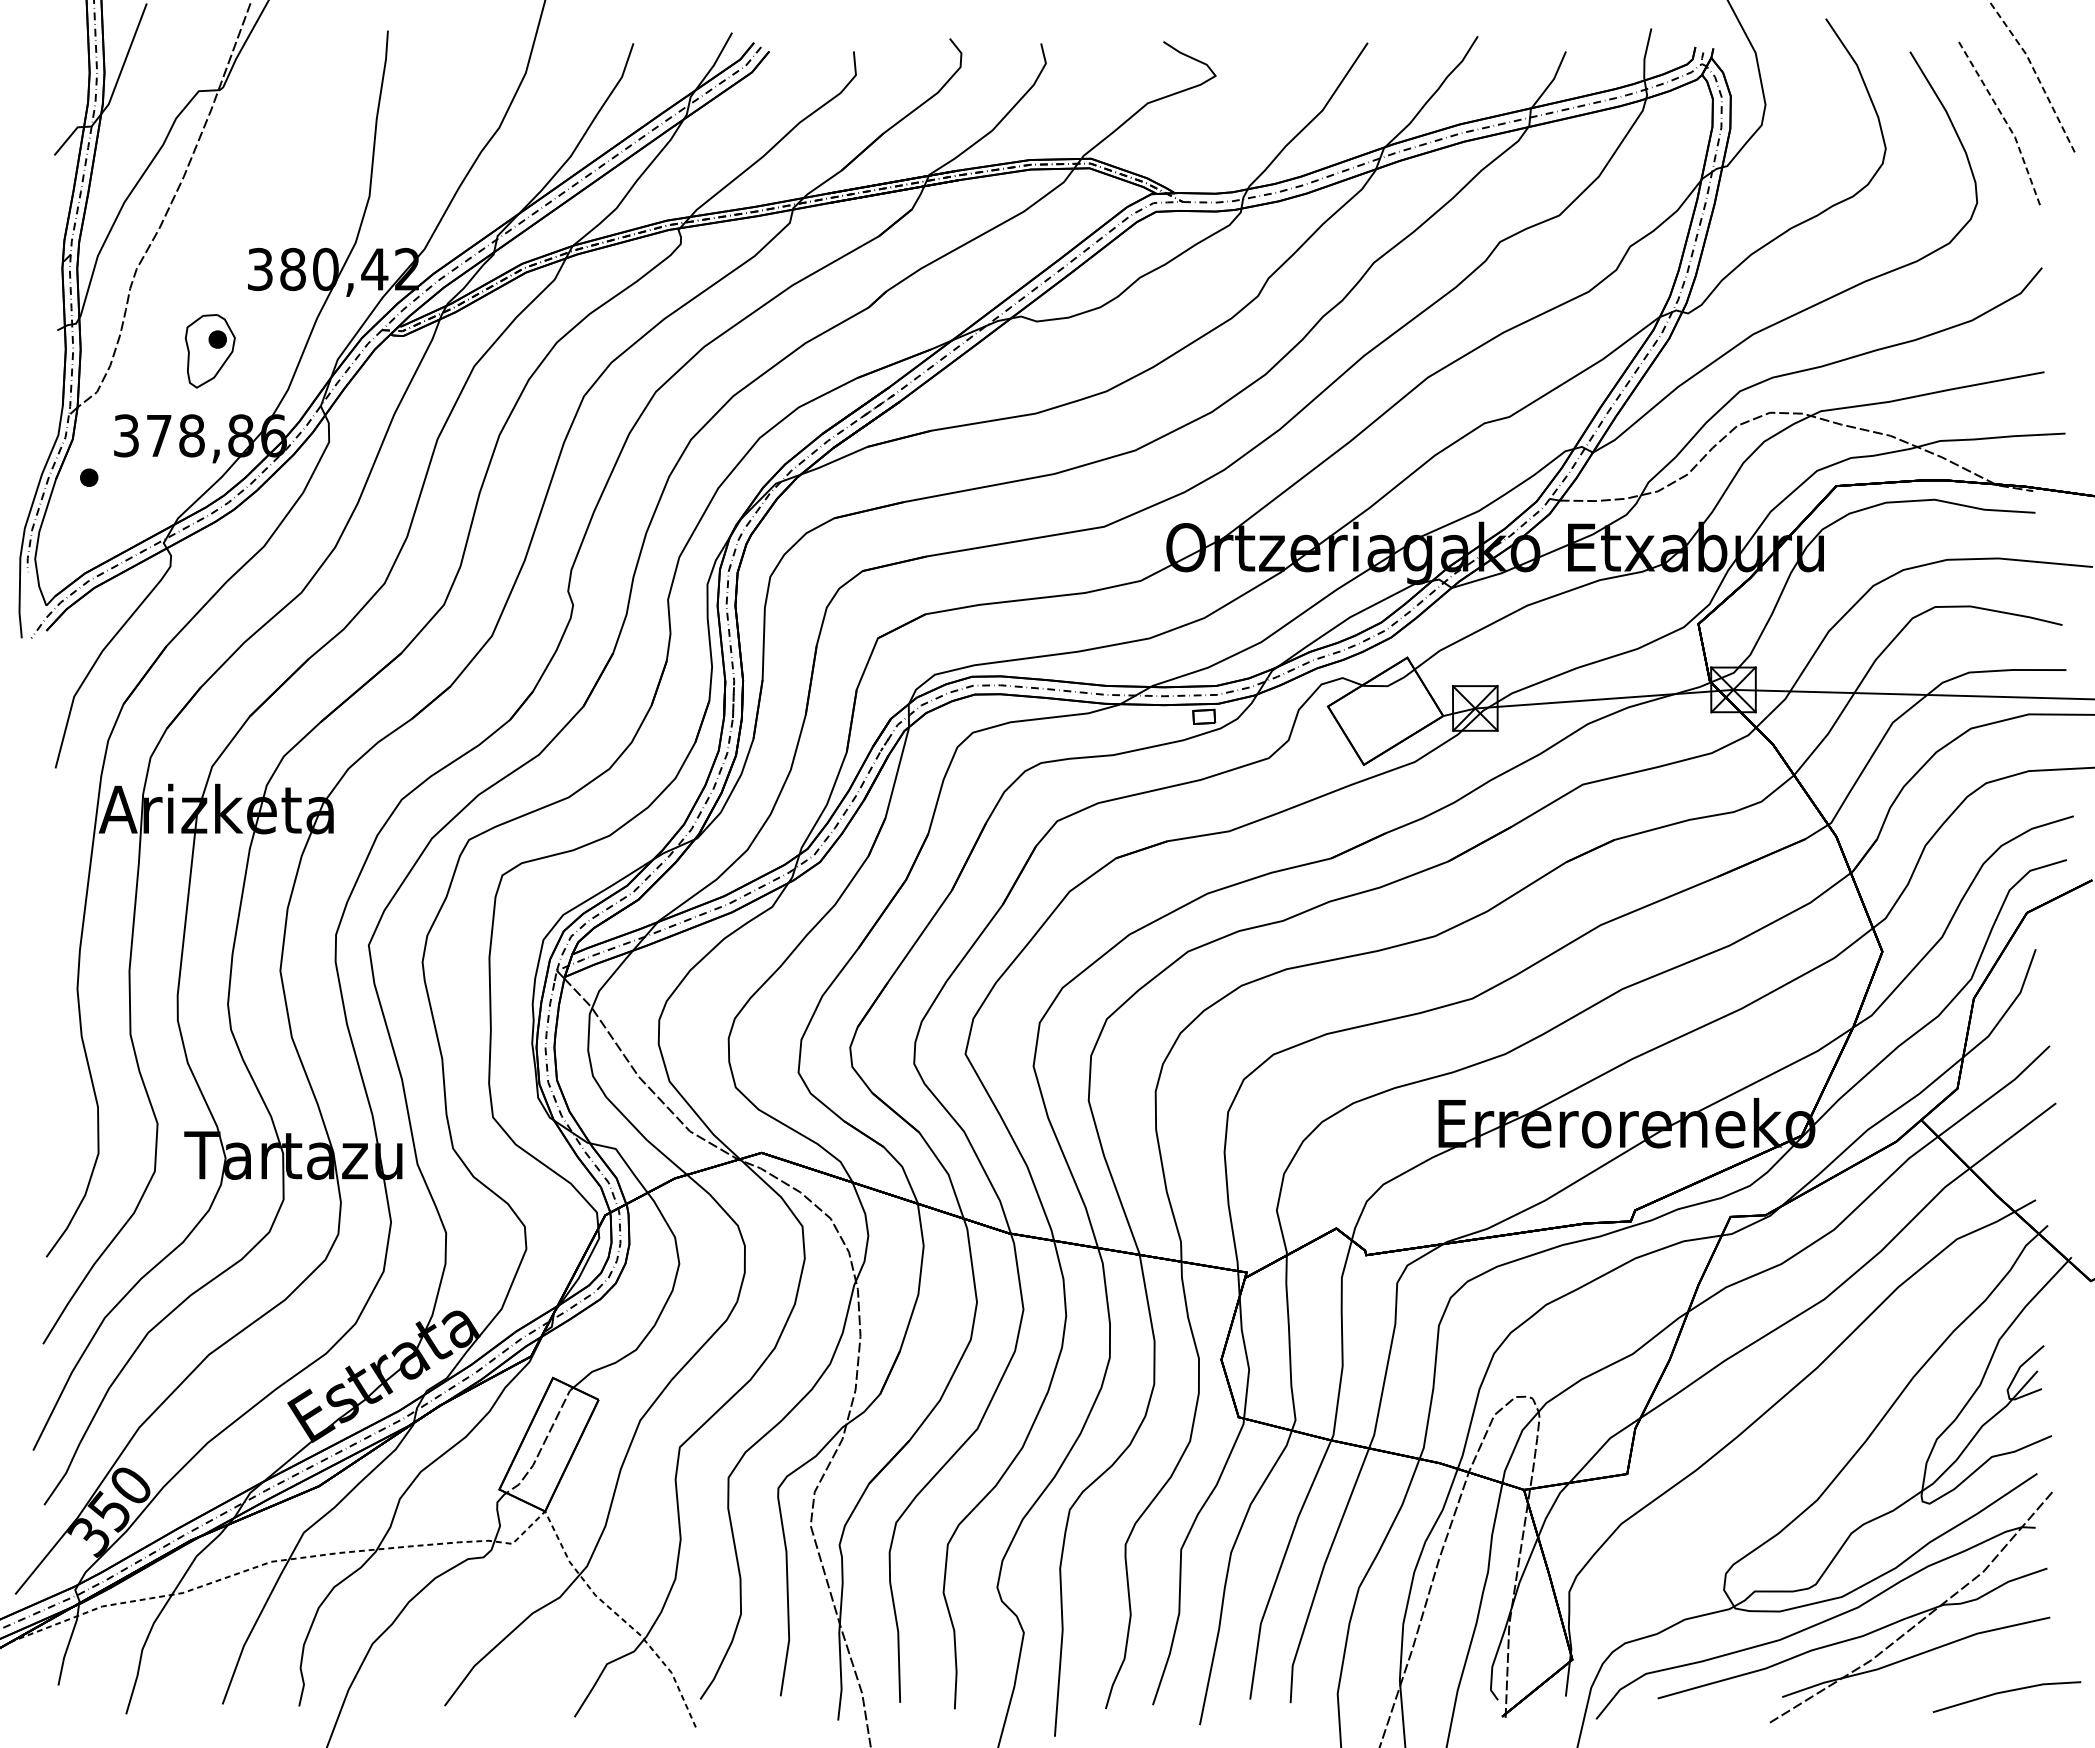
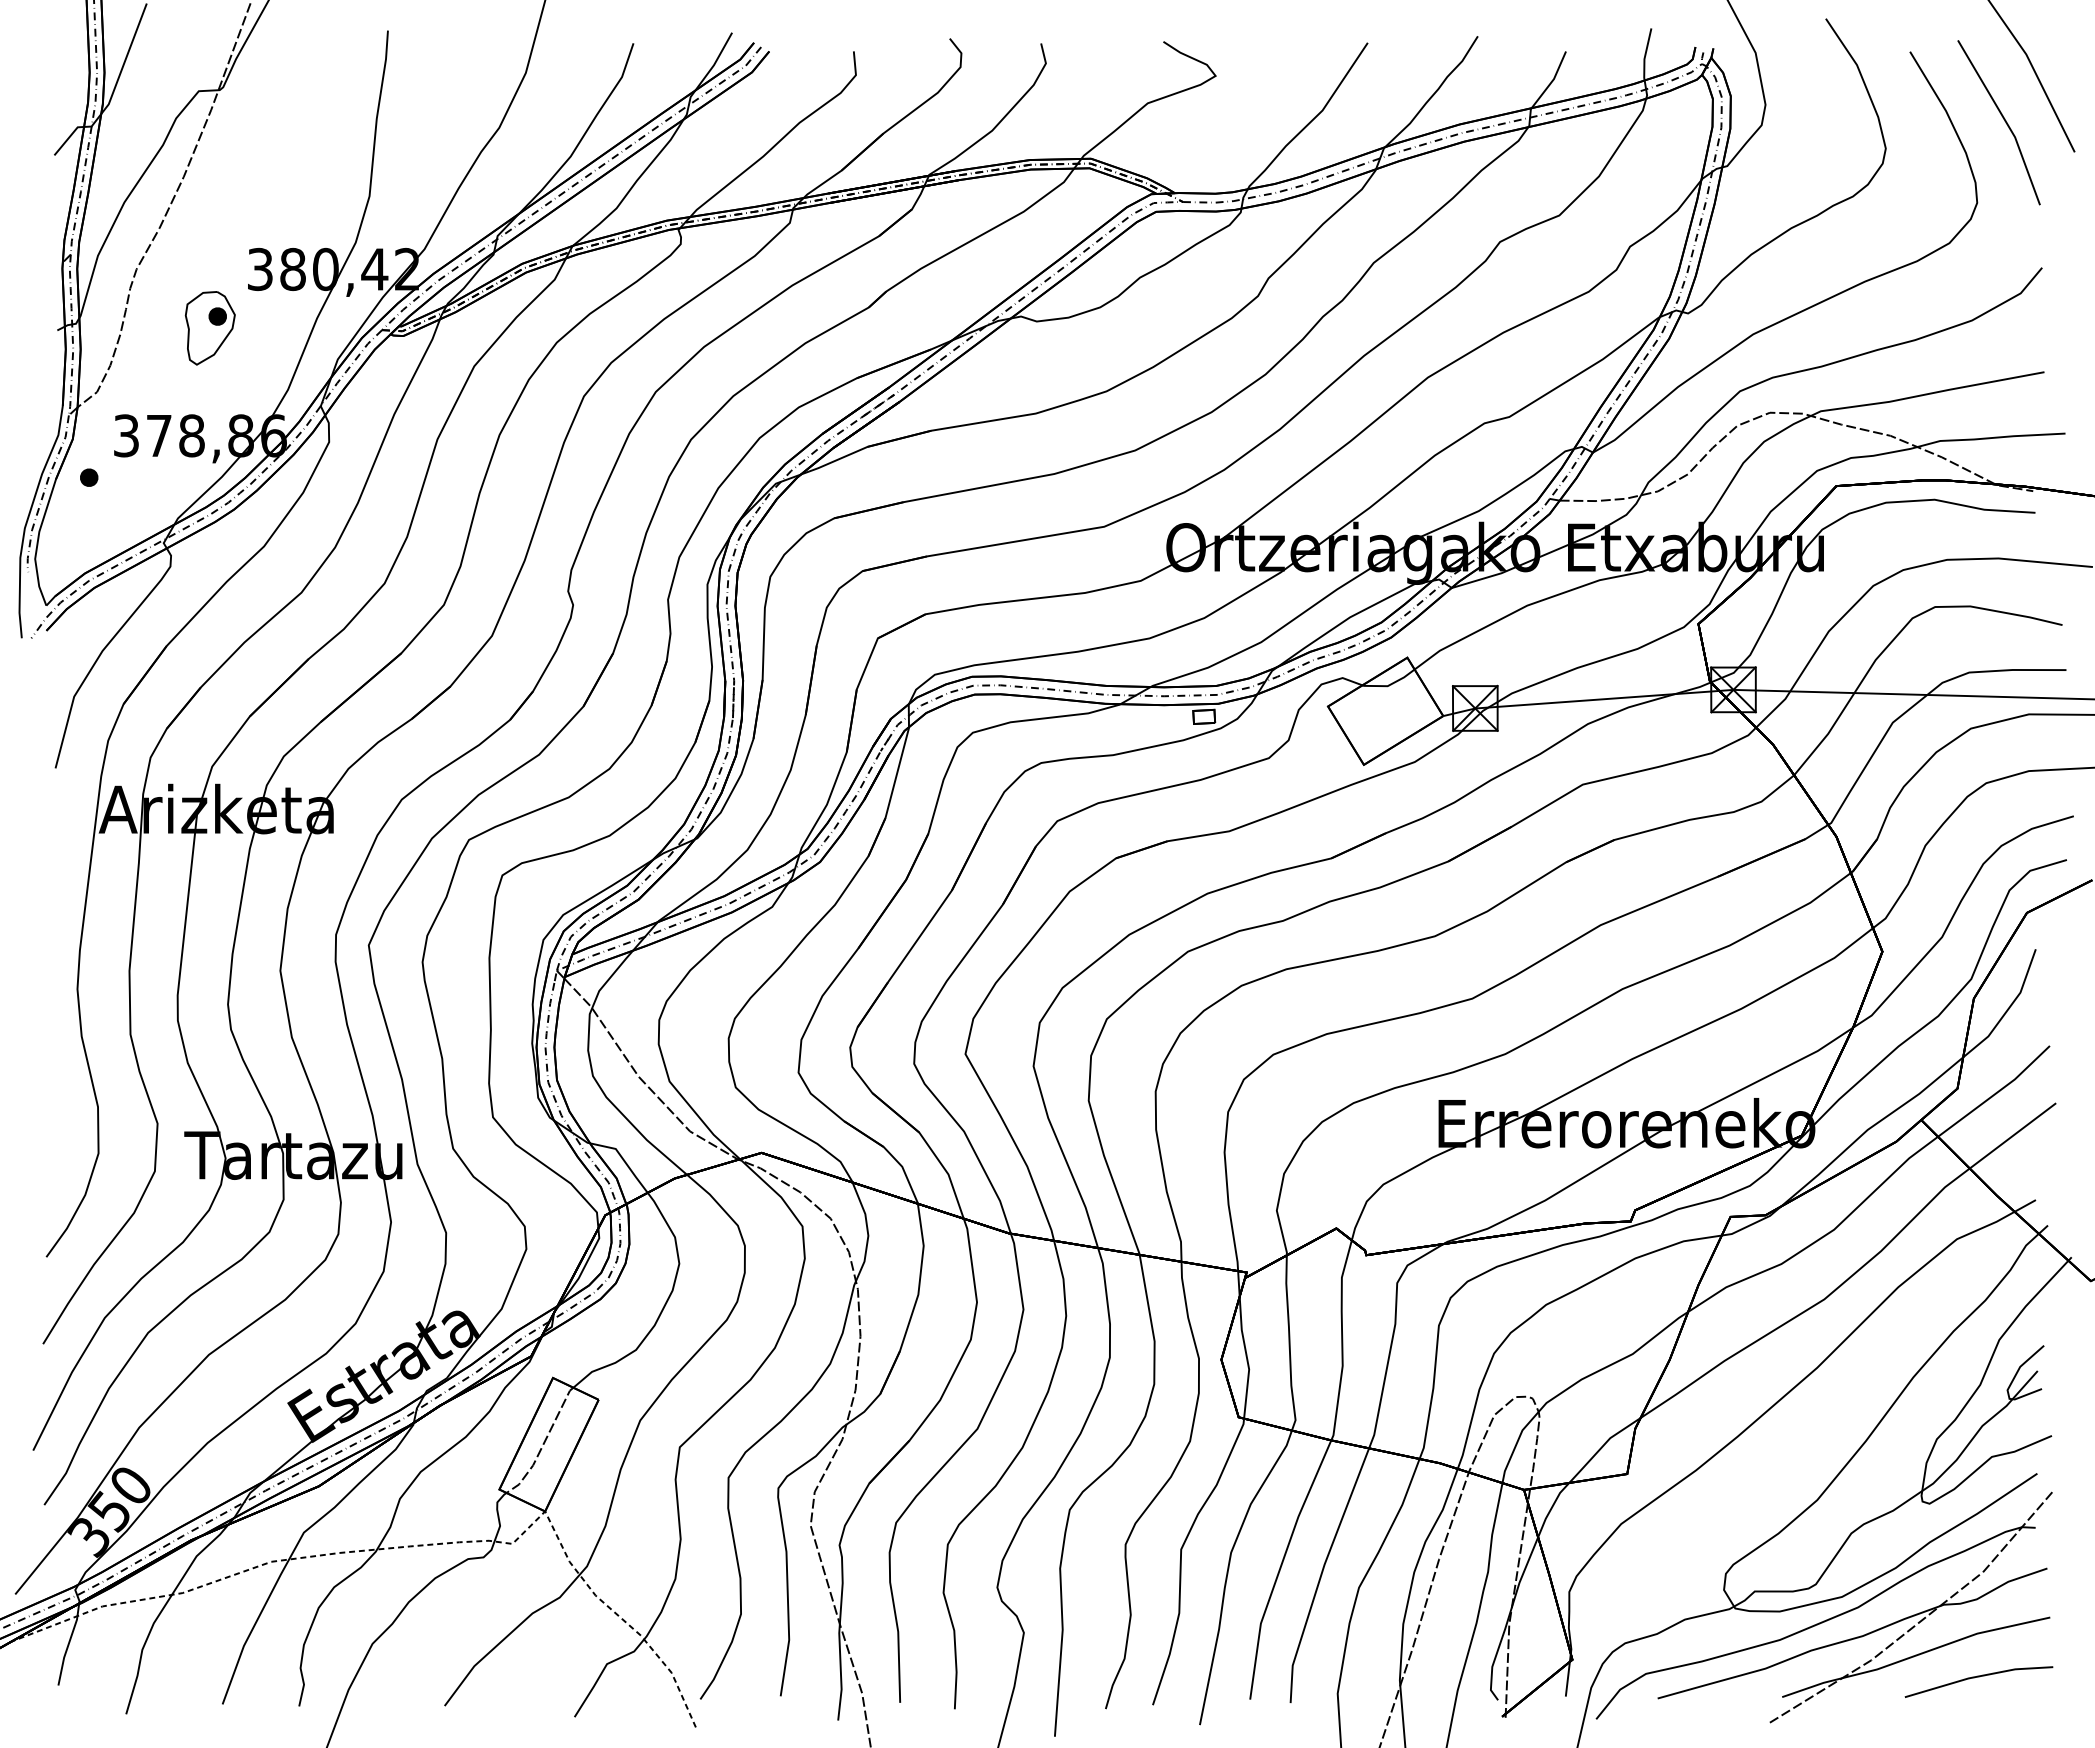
line at (2036, 74): dashed -> solid
line at (2005, 120): dashed -> solid
part at (209, 351) position: (209, 351) -> (209, 328)
line at (2006, 1692) position: (2006, 1692) -> (1978, 1677)
